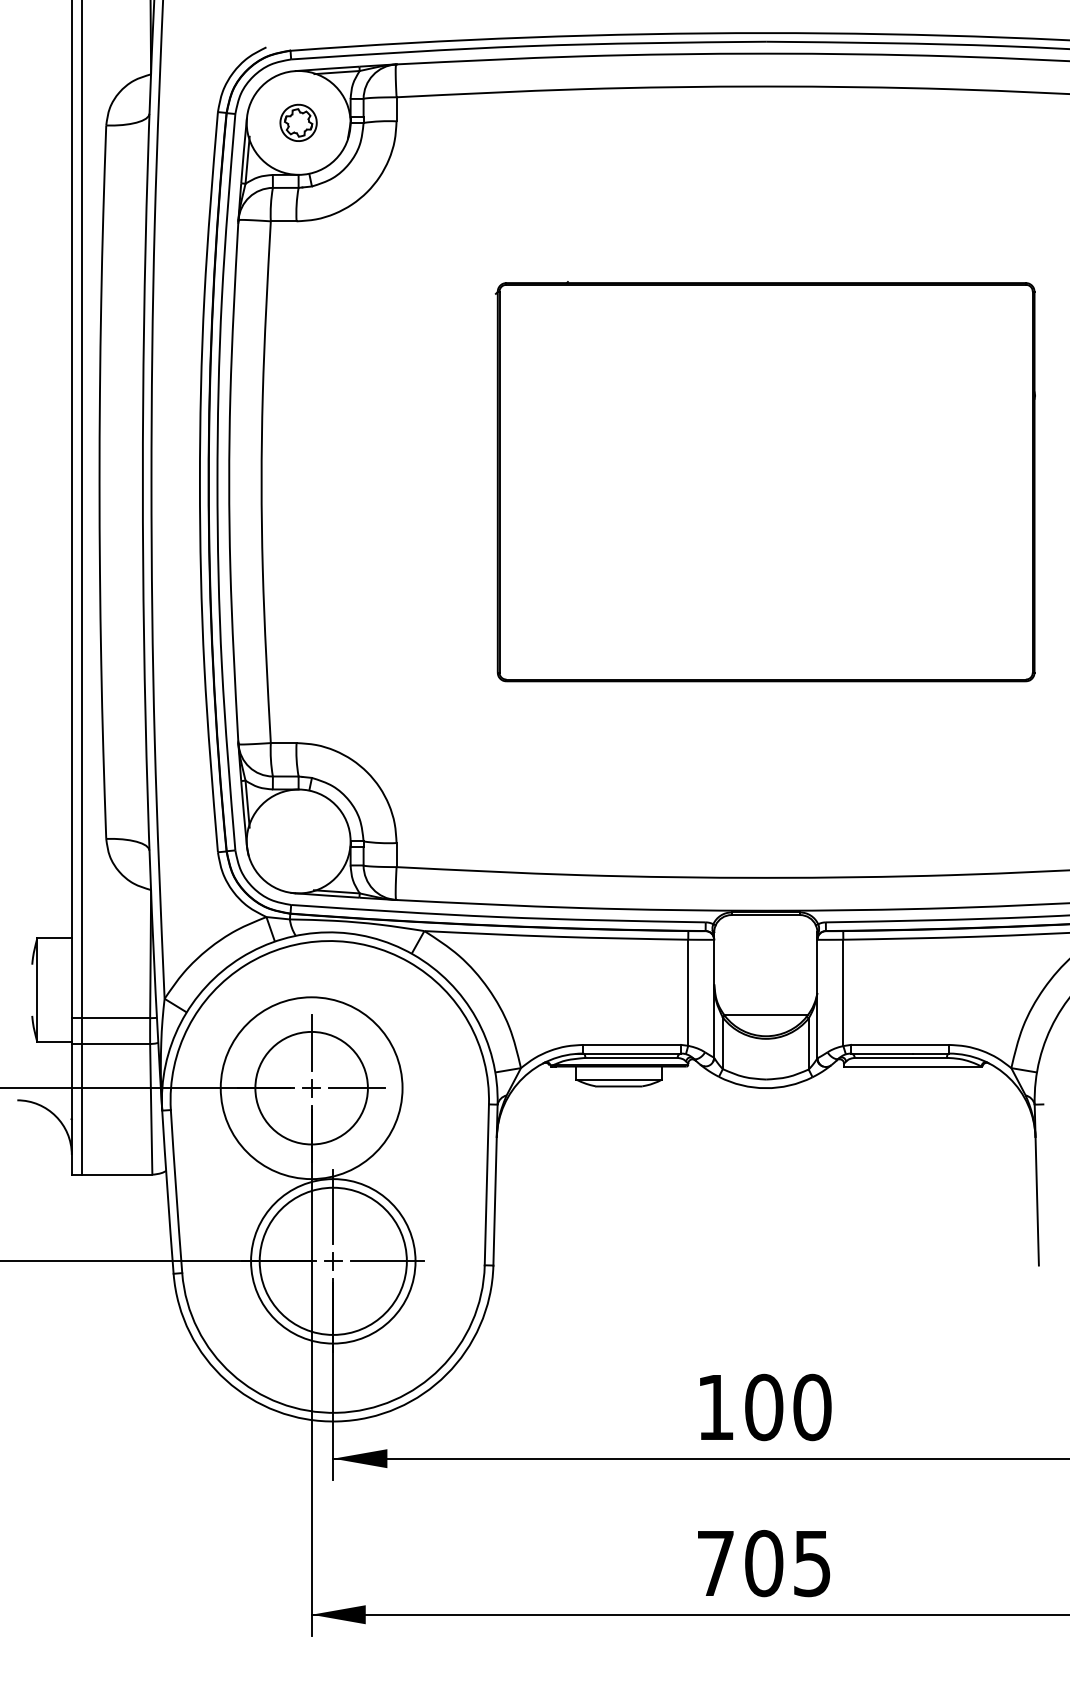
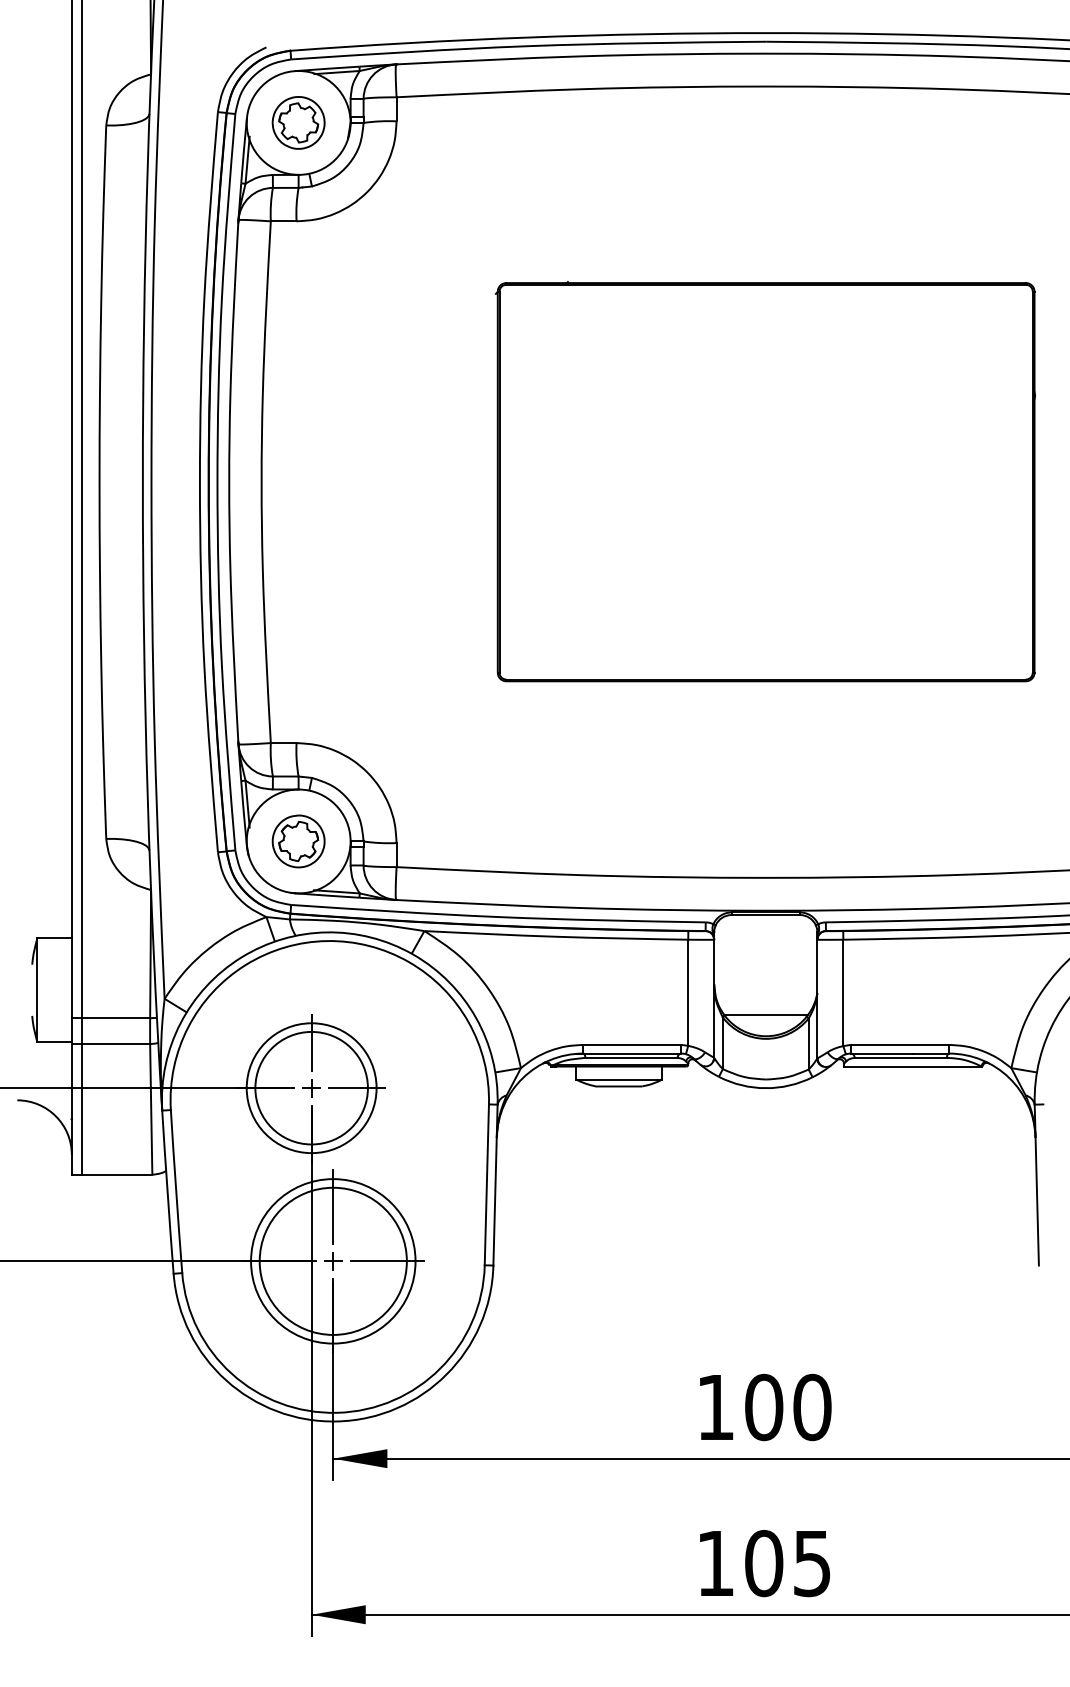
part at (298, 122) size: 39x39 px -> 55x54 px
part at (298, 841): none -> present
circle at (311, 1088) diameter: 182 px -> 130 px
text at (715, 1563): 705 -> 105
